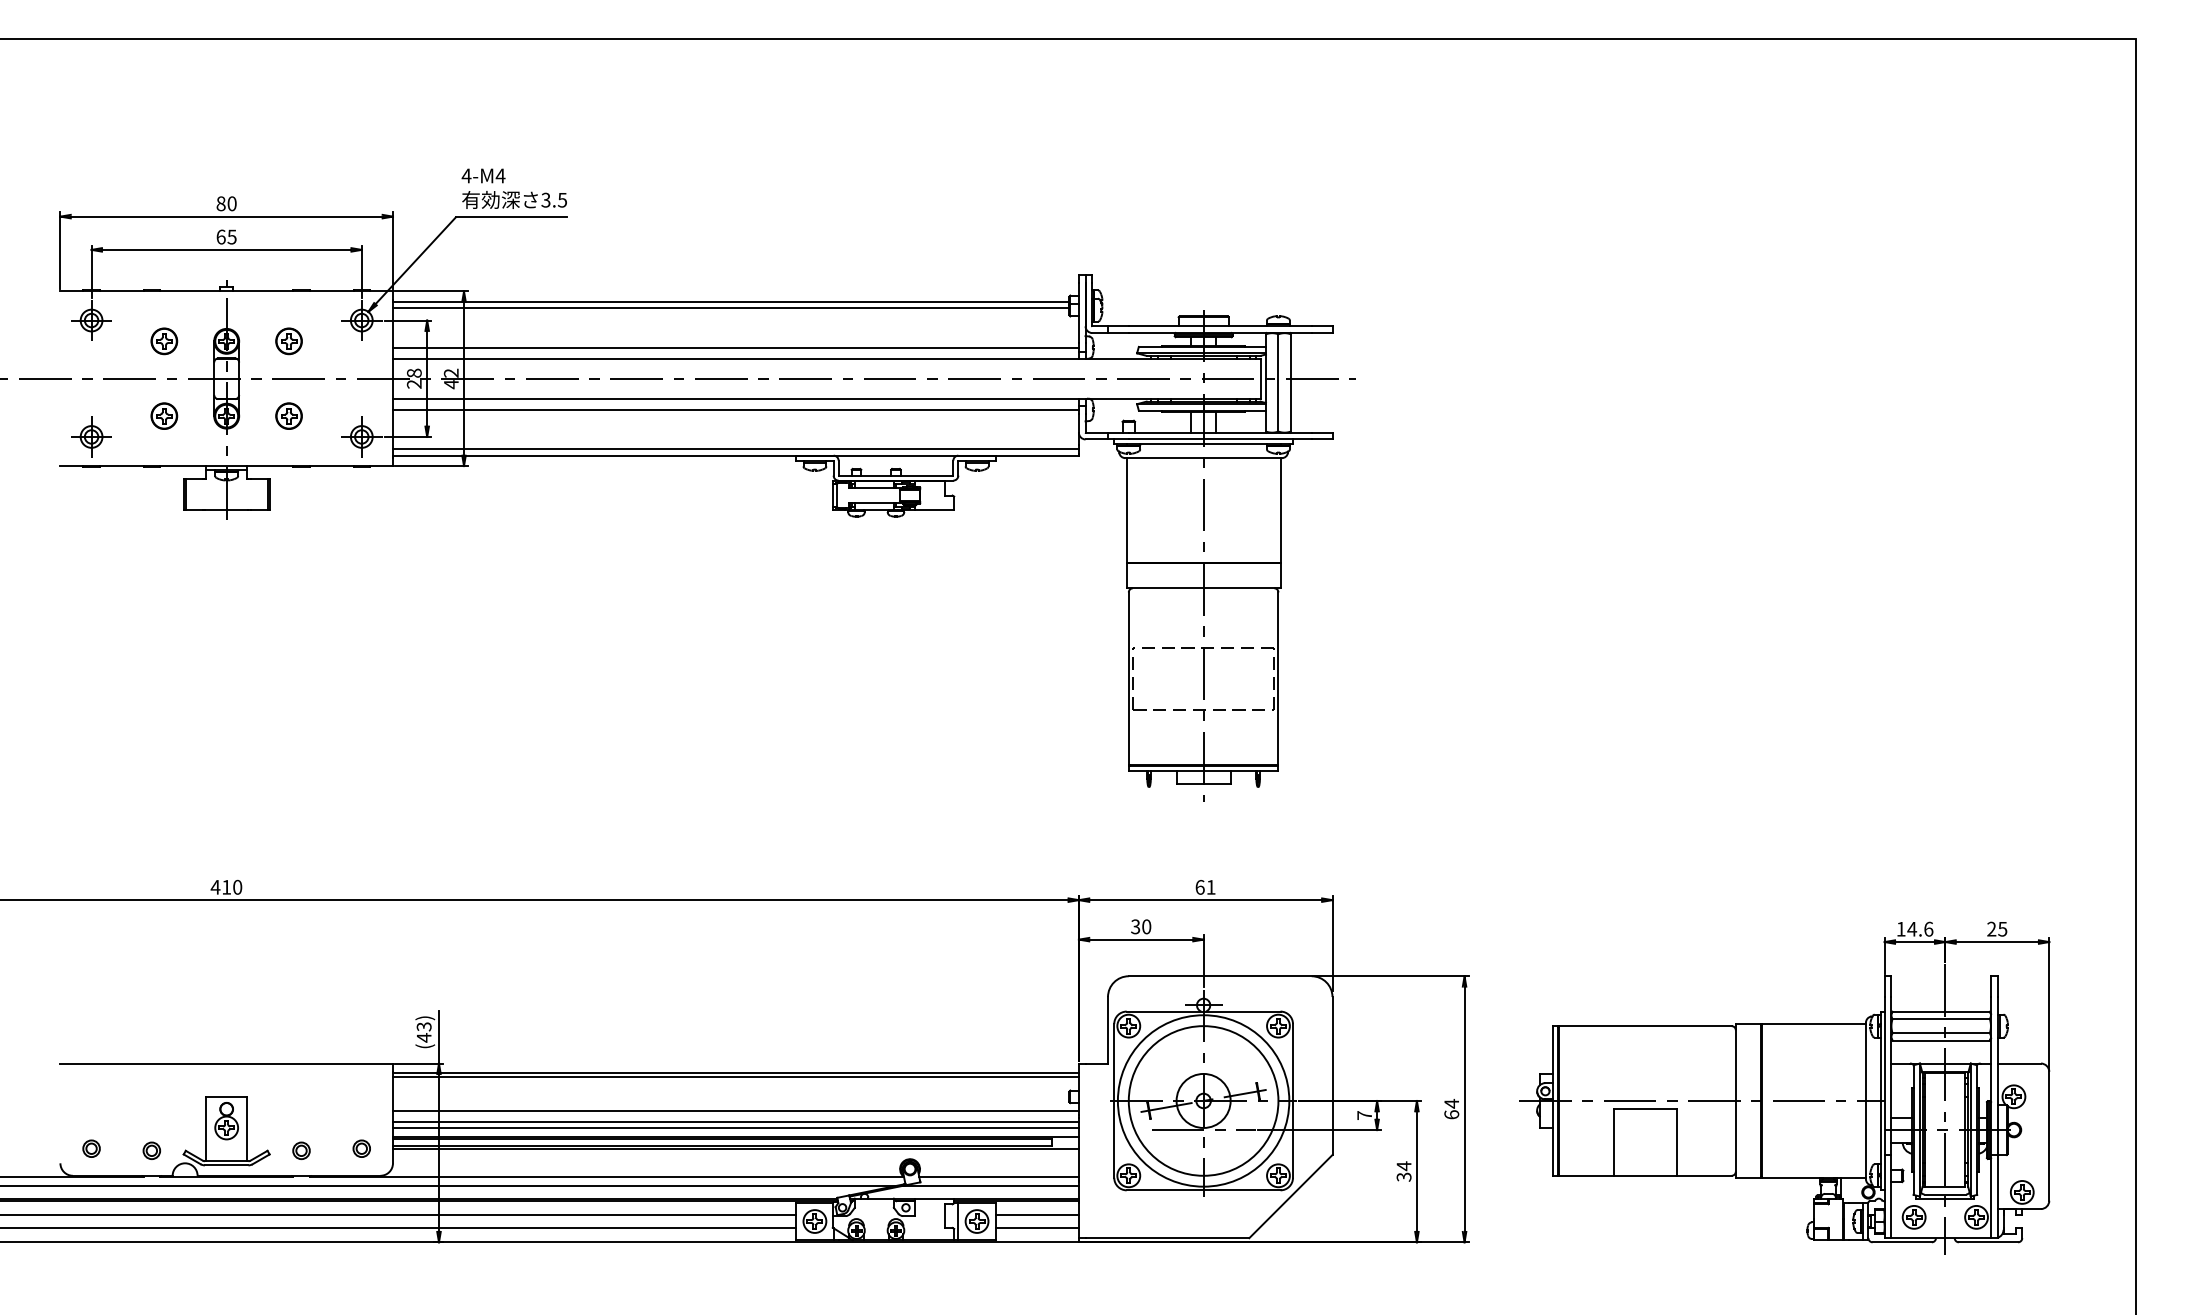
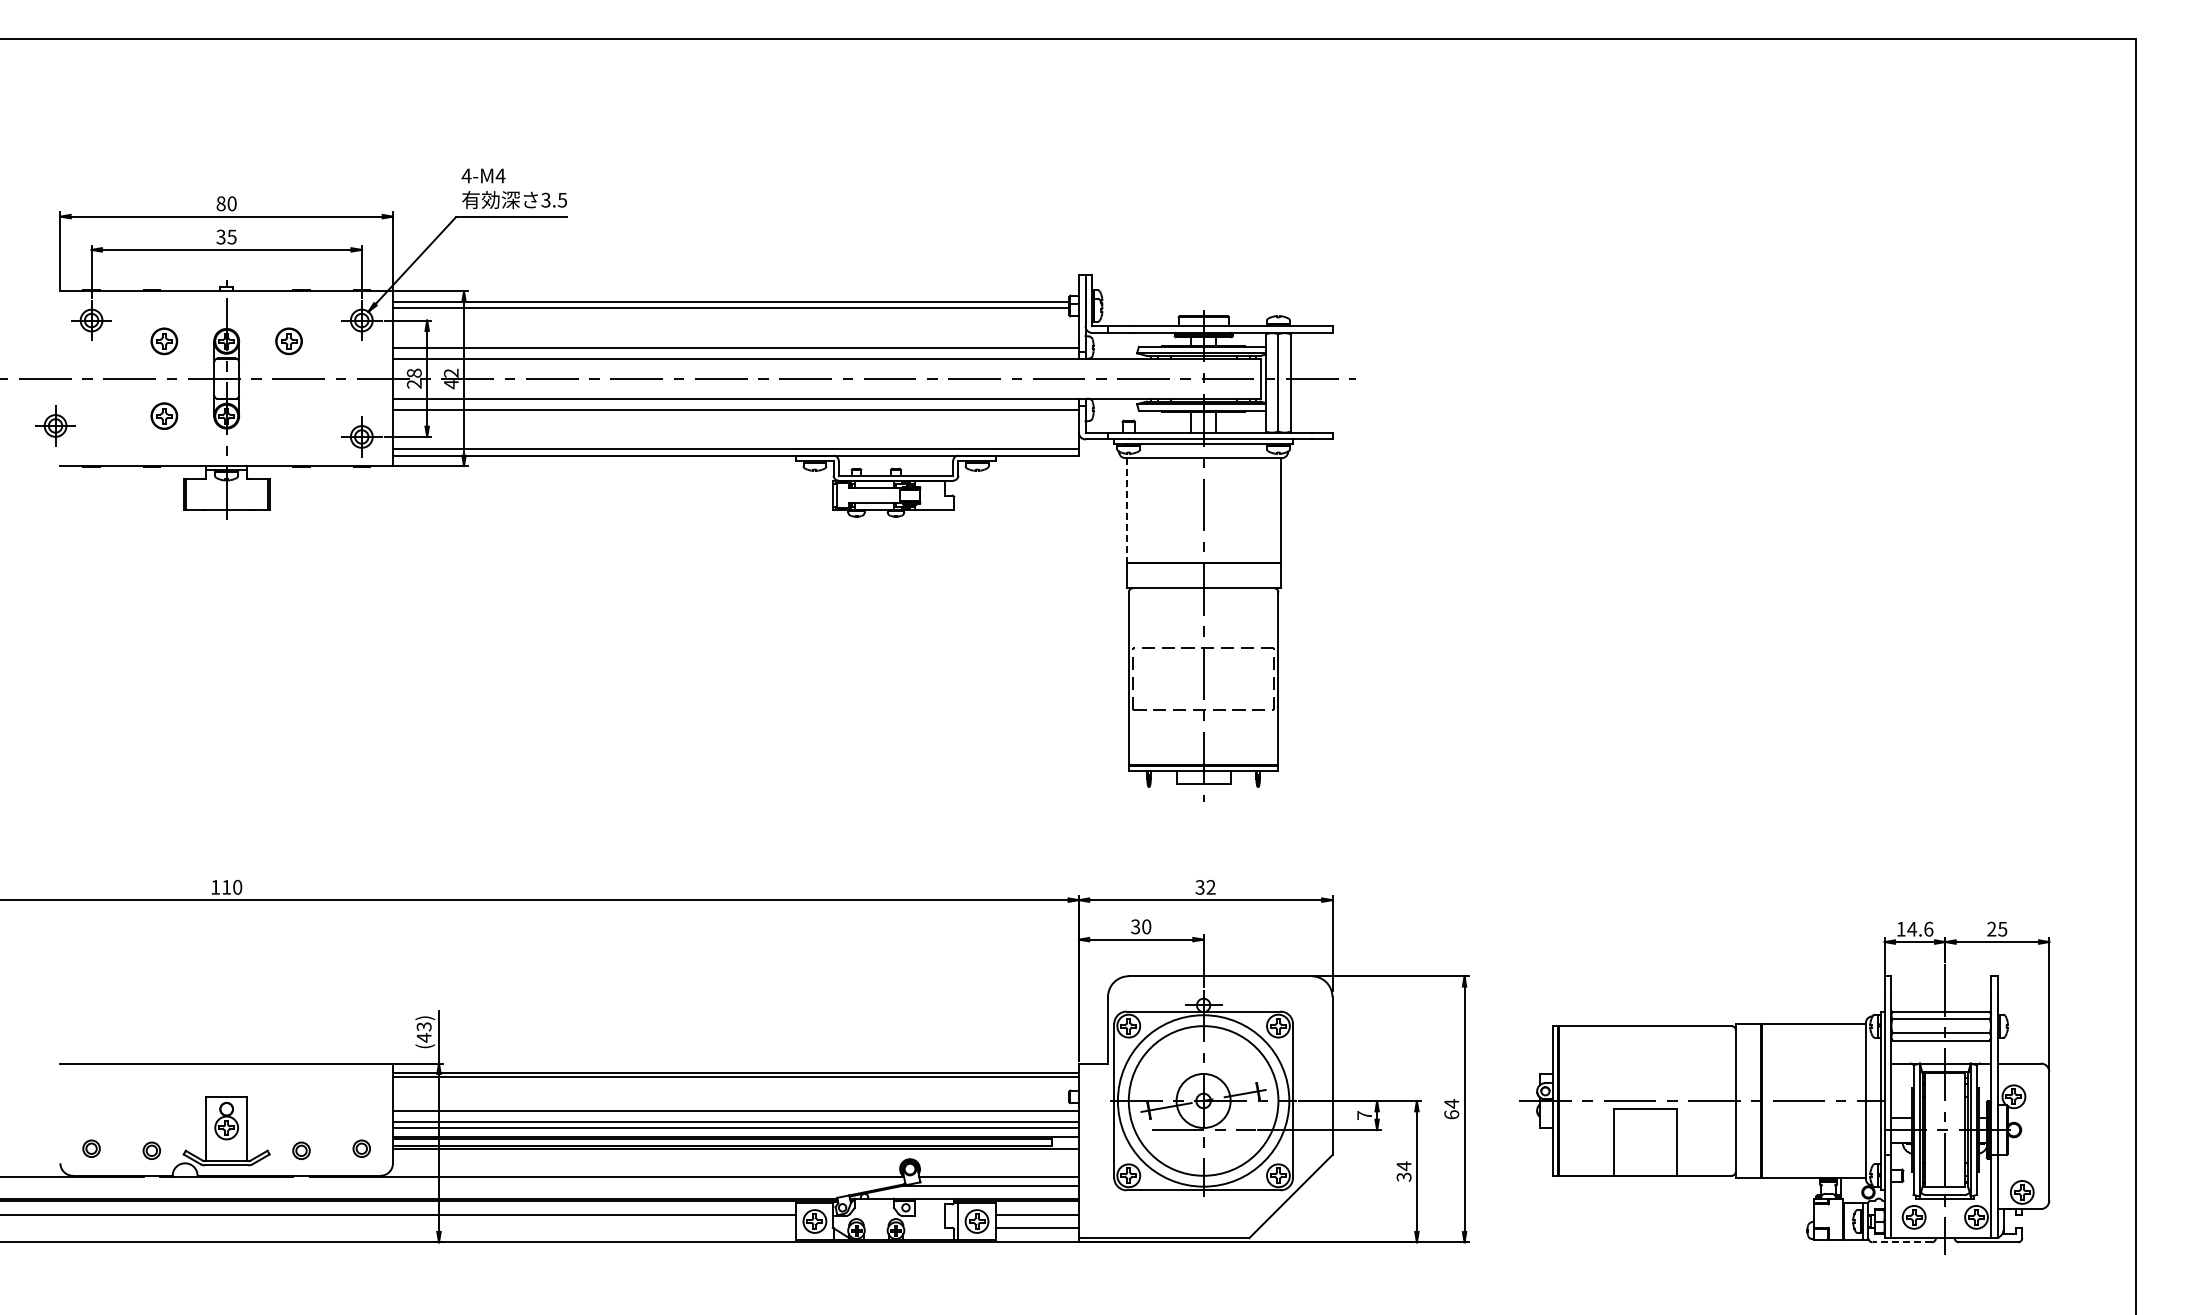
text at (220, 236): 65 -> 35
part at (288, 415): present -> none
part at (91, 436) position: (91, 436) -> (55, 425)
line at (1126, 510): solid -> dashed
text at (215, 887): 410 -> 110
text at (1205, 887): 61 -> 32
line at (448, 1186): present -> none
line at (399, 1228): present -> none
line at (1902, 1242): solid -> dashed
